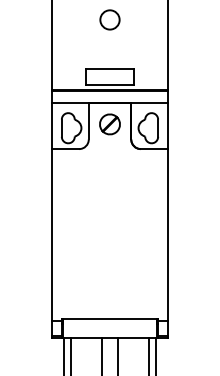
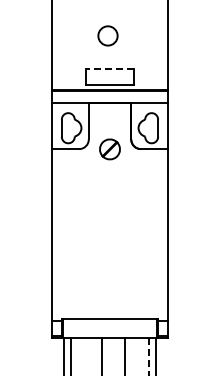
circle at (109, 19) position: (109, 19) -> (107, 35)
line at (110, 69): solid -> dashed
part at (109, 124) position: (109, 124) -> (109, 149)
line at (117, 354) position: (117, 354) -> (124, 354)
line at (148, 356): solid -> dashed
